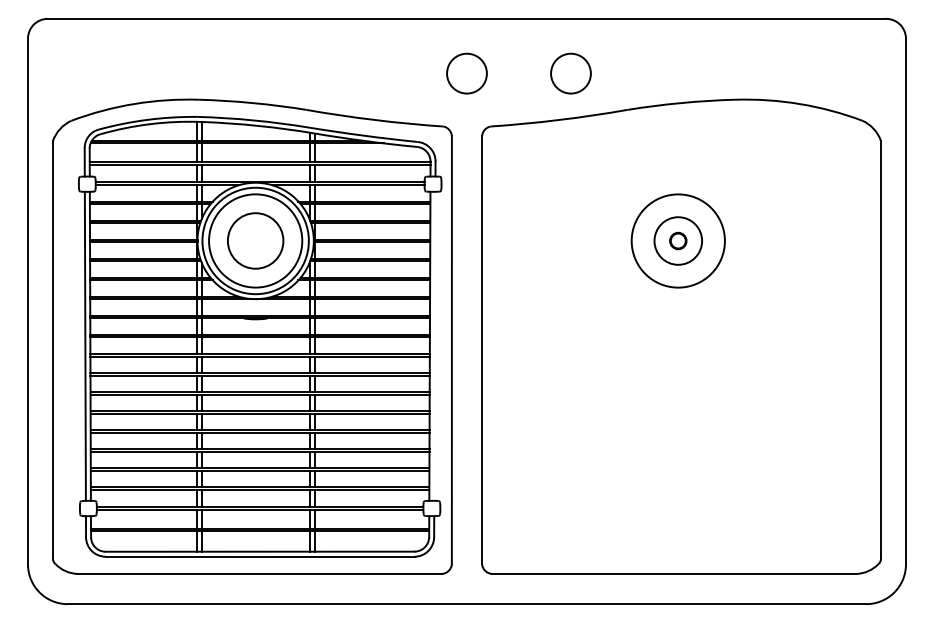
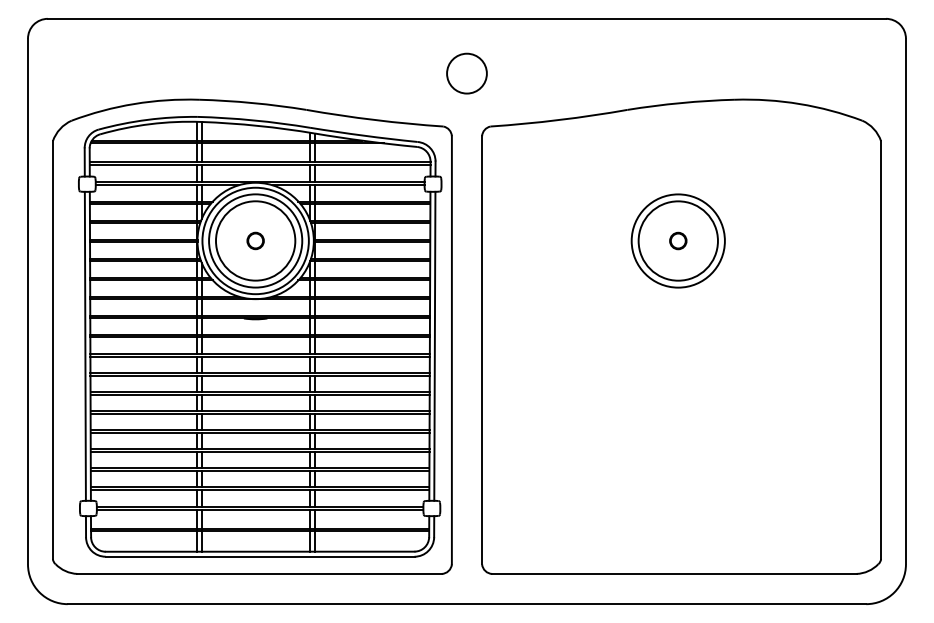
circle at (570, 73): present -> none
circle at (255, 240) diameter: 56 px -> 79 px
part at (255, 240): none -> present
circle at (678, 240) diameter: 48 px -> 79 px
line at (434, 345): none -> present
